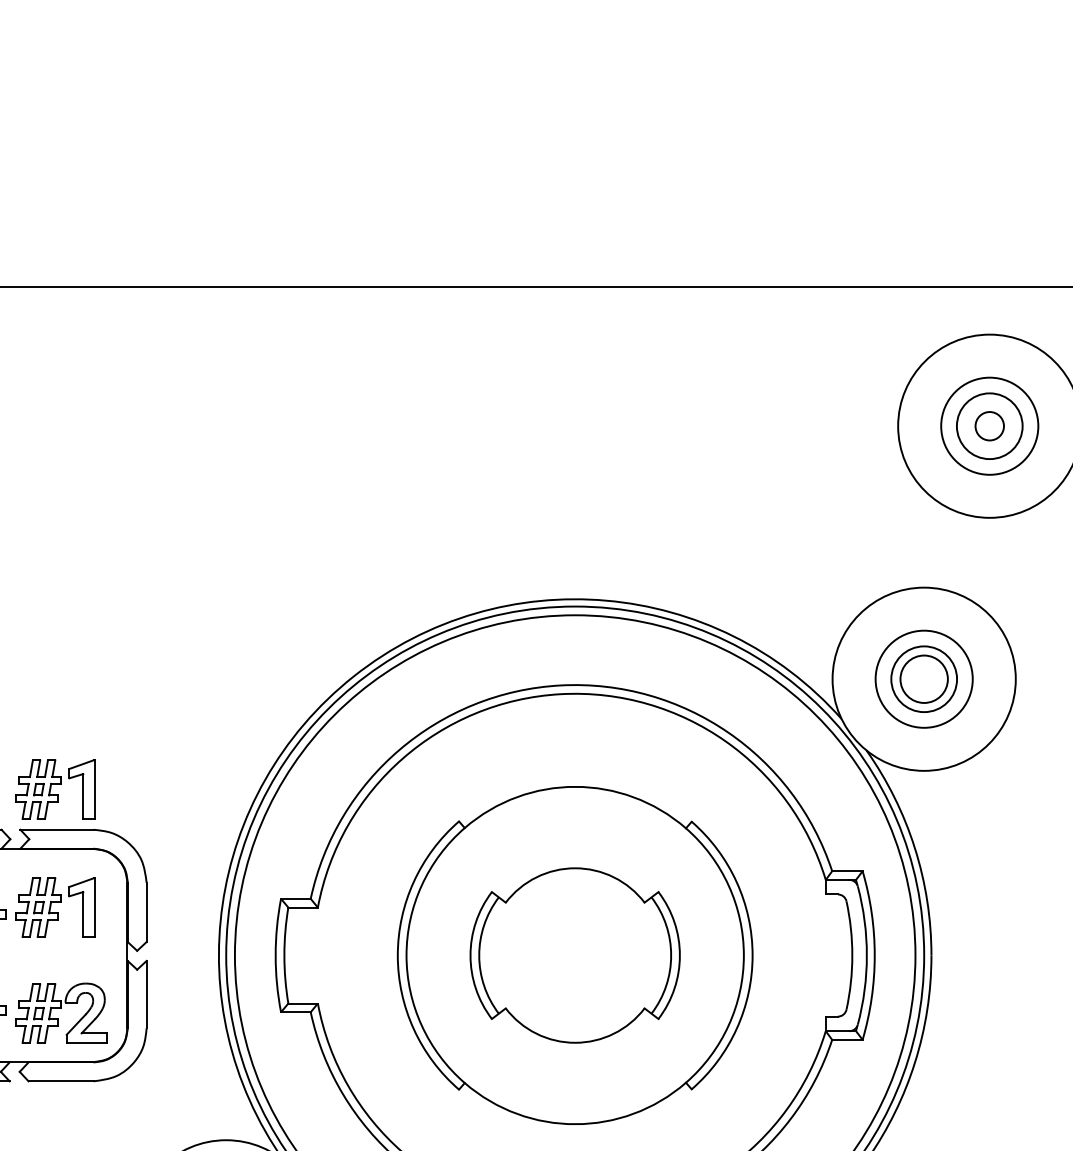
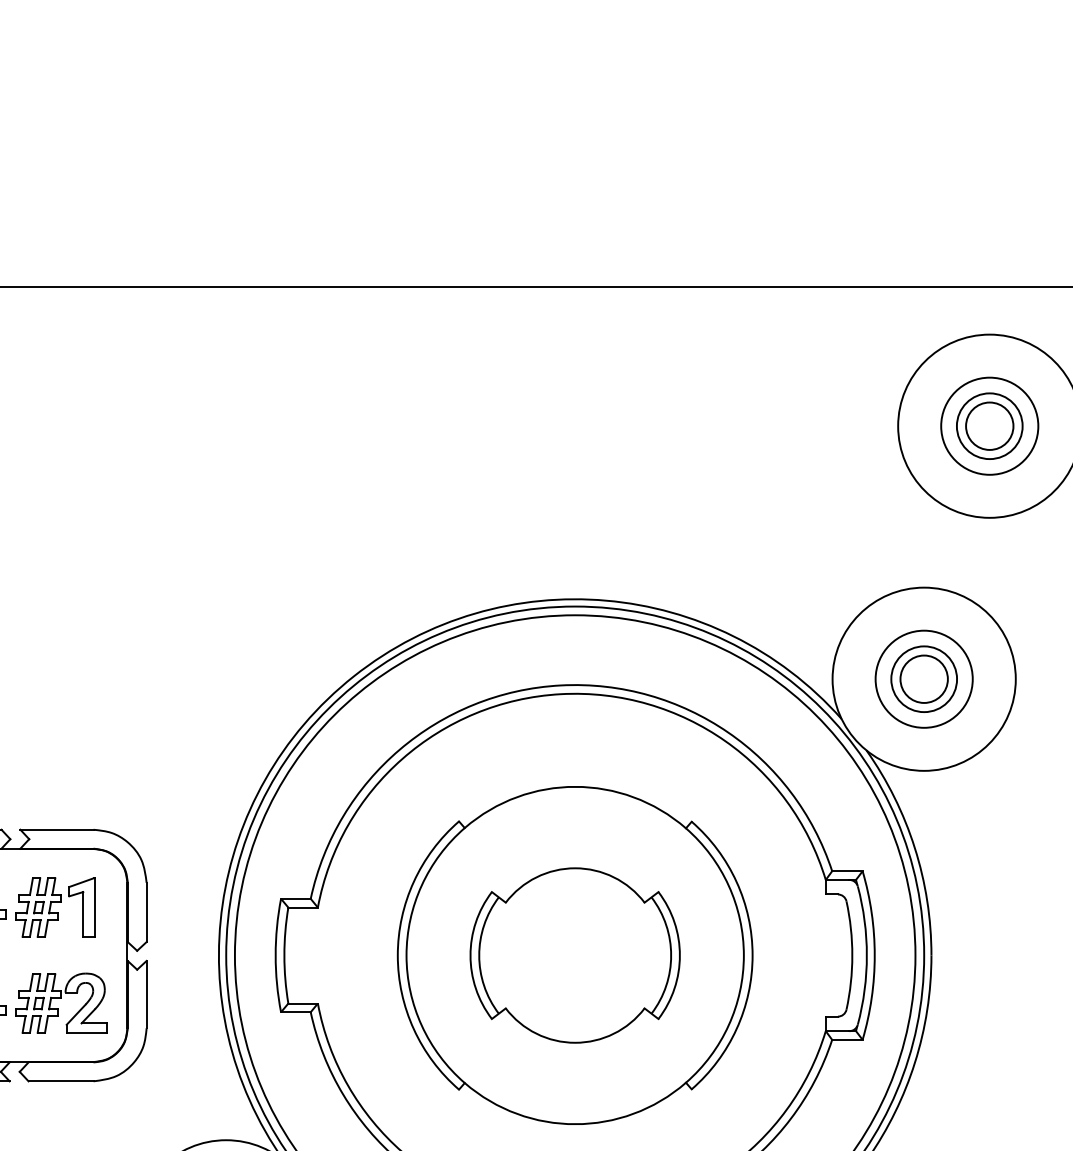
circle at (989, 426) diameter: 28 px -> 47 px
part at (55, 789): present -> none
part at (61, 1012) position: (61, 1012) -> (61, 1002)
